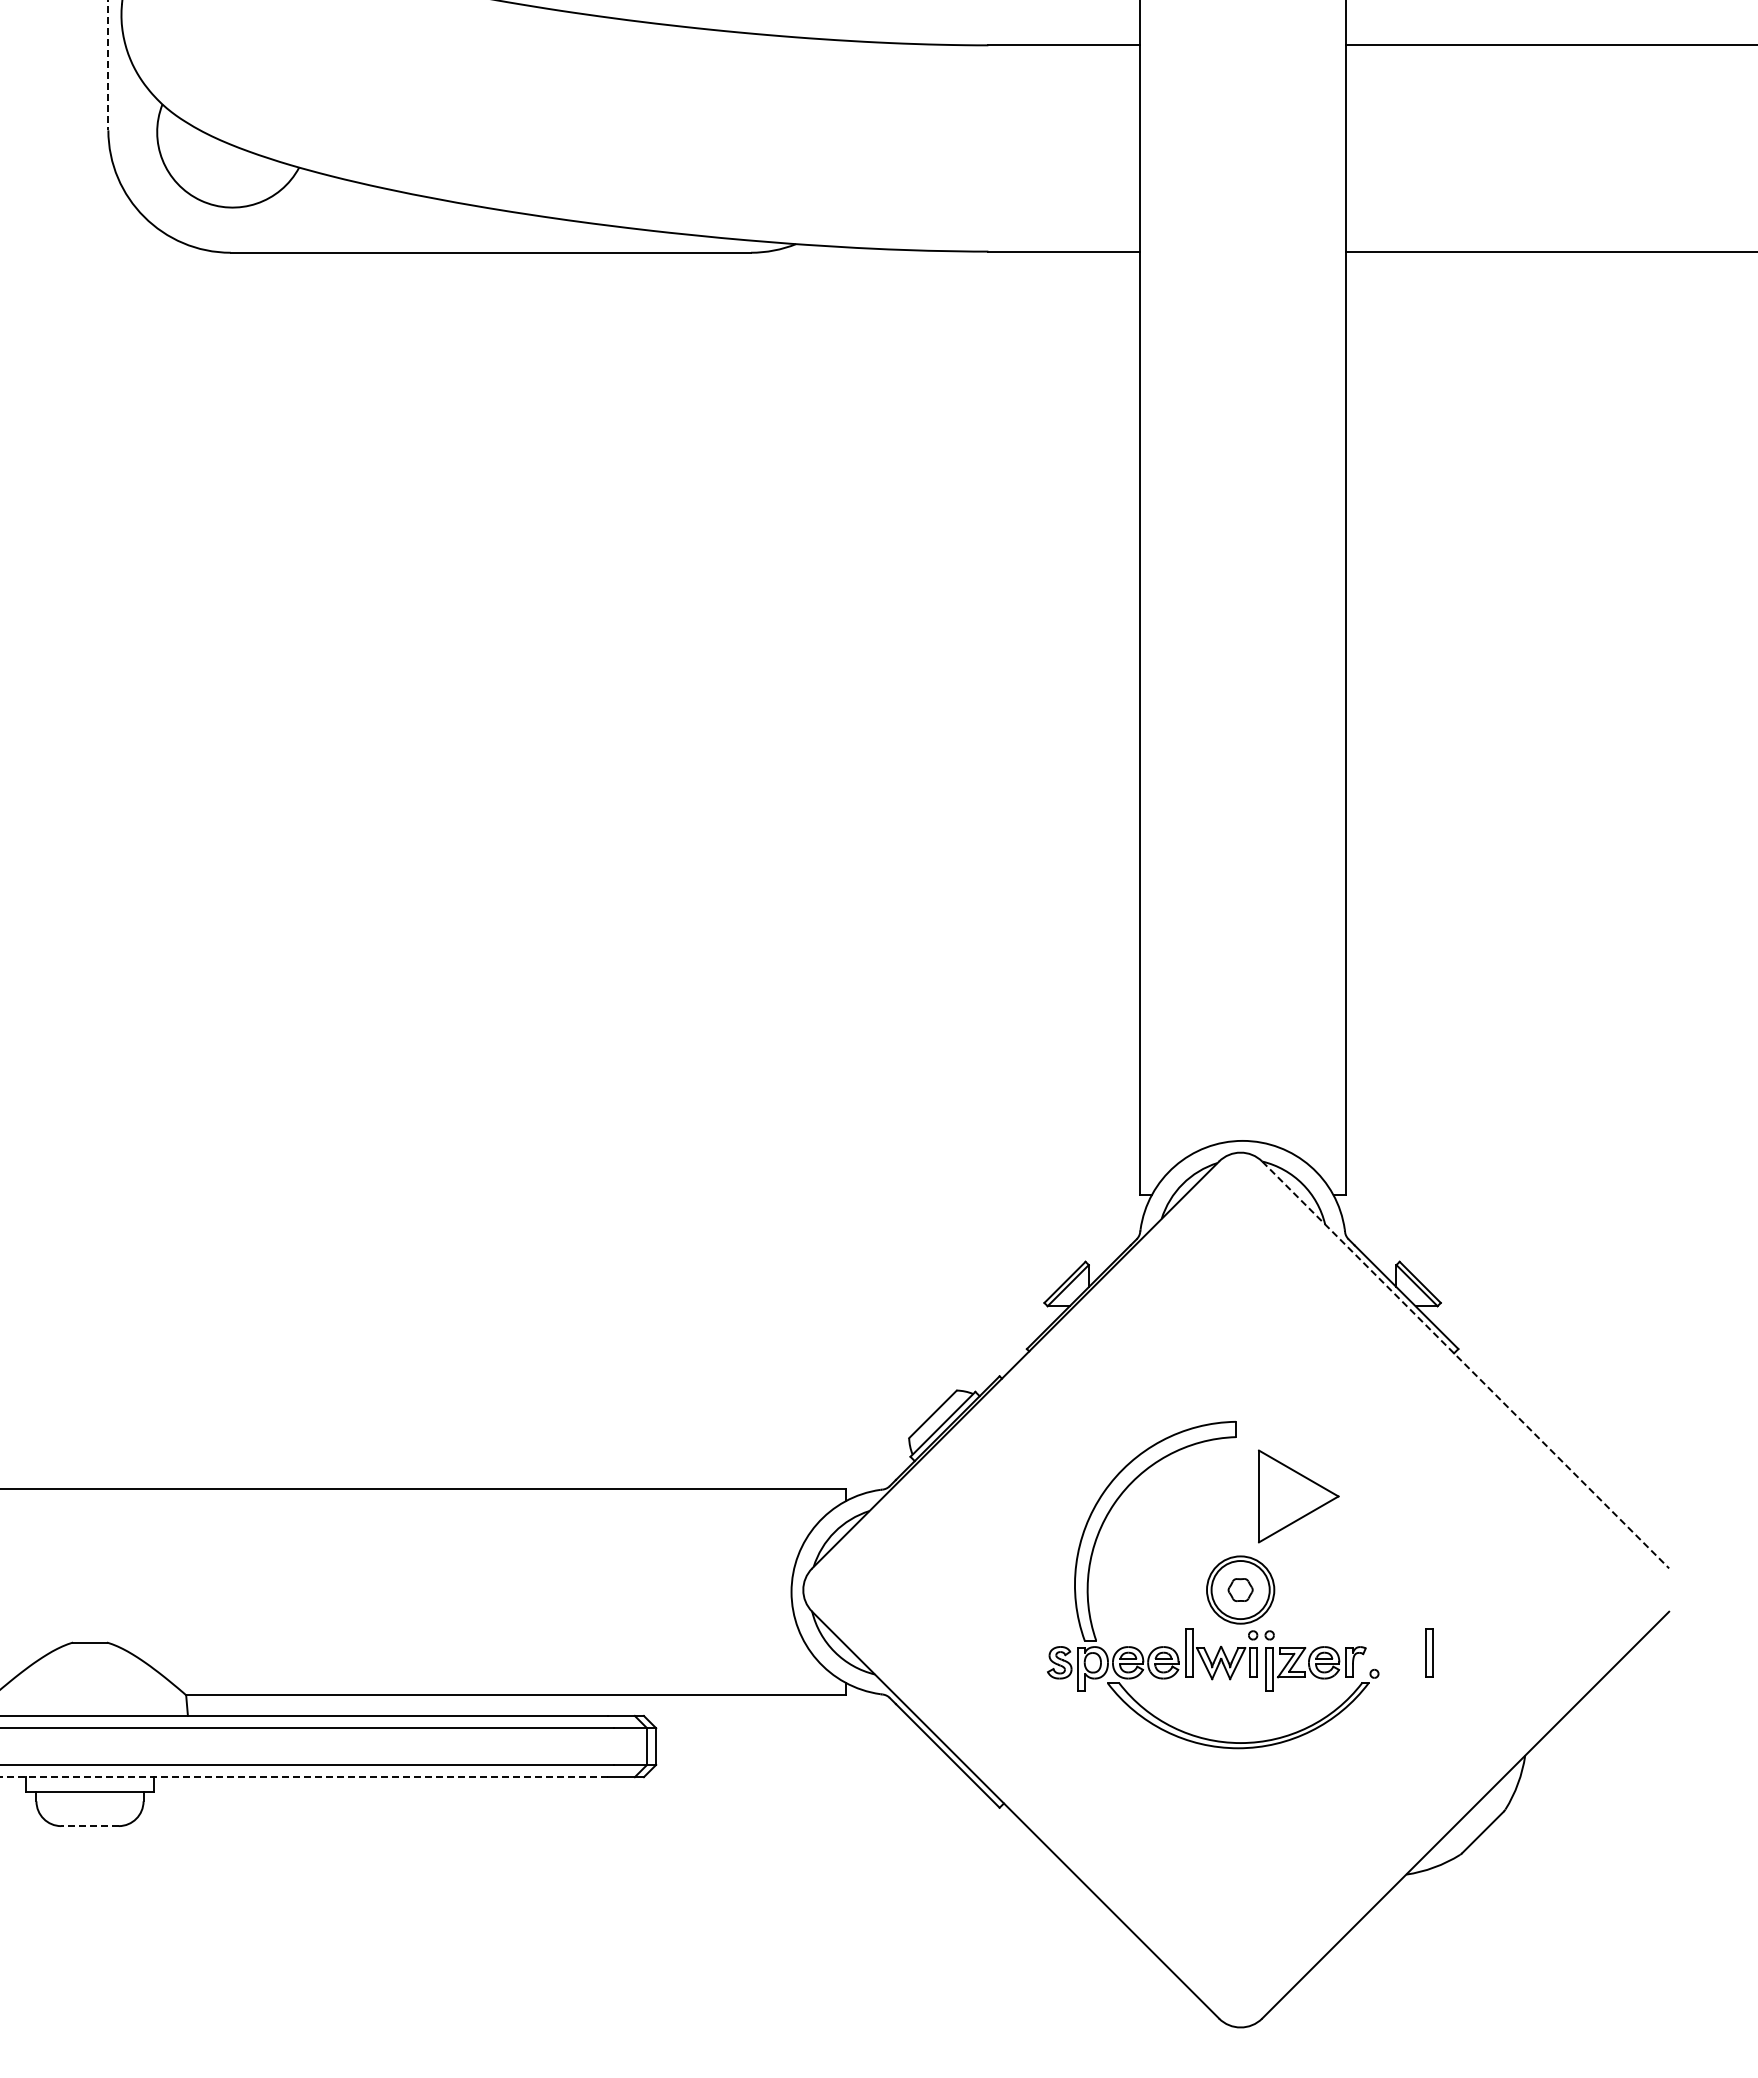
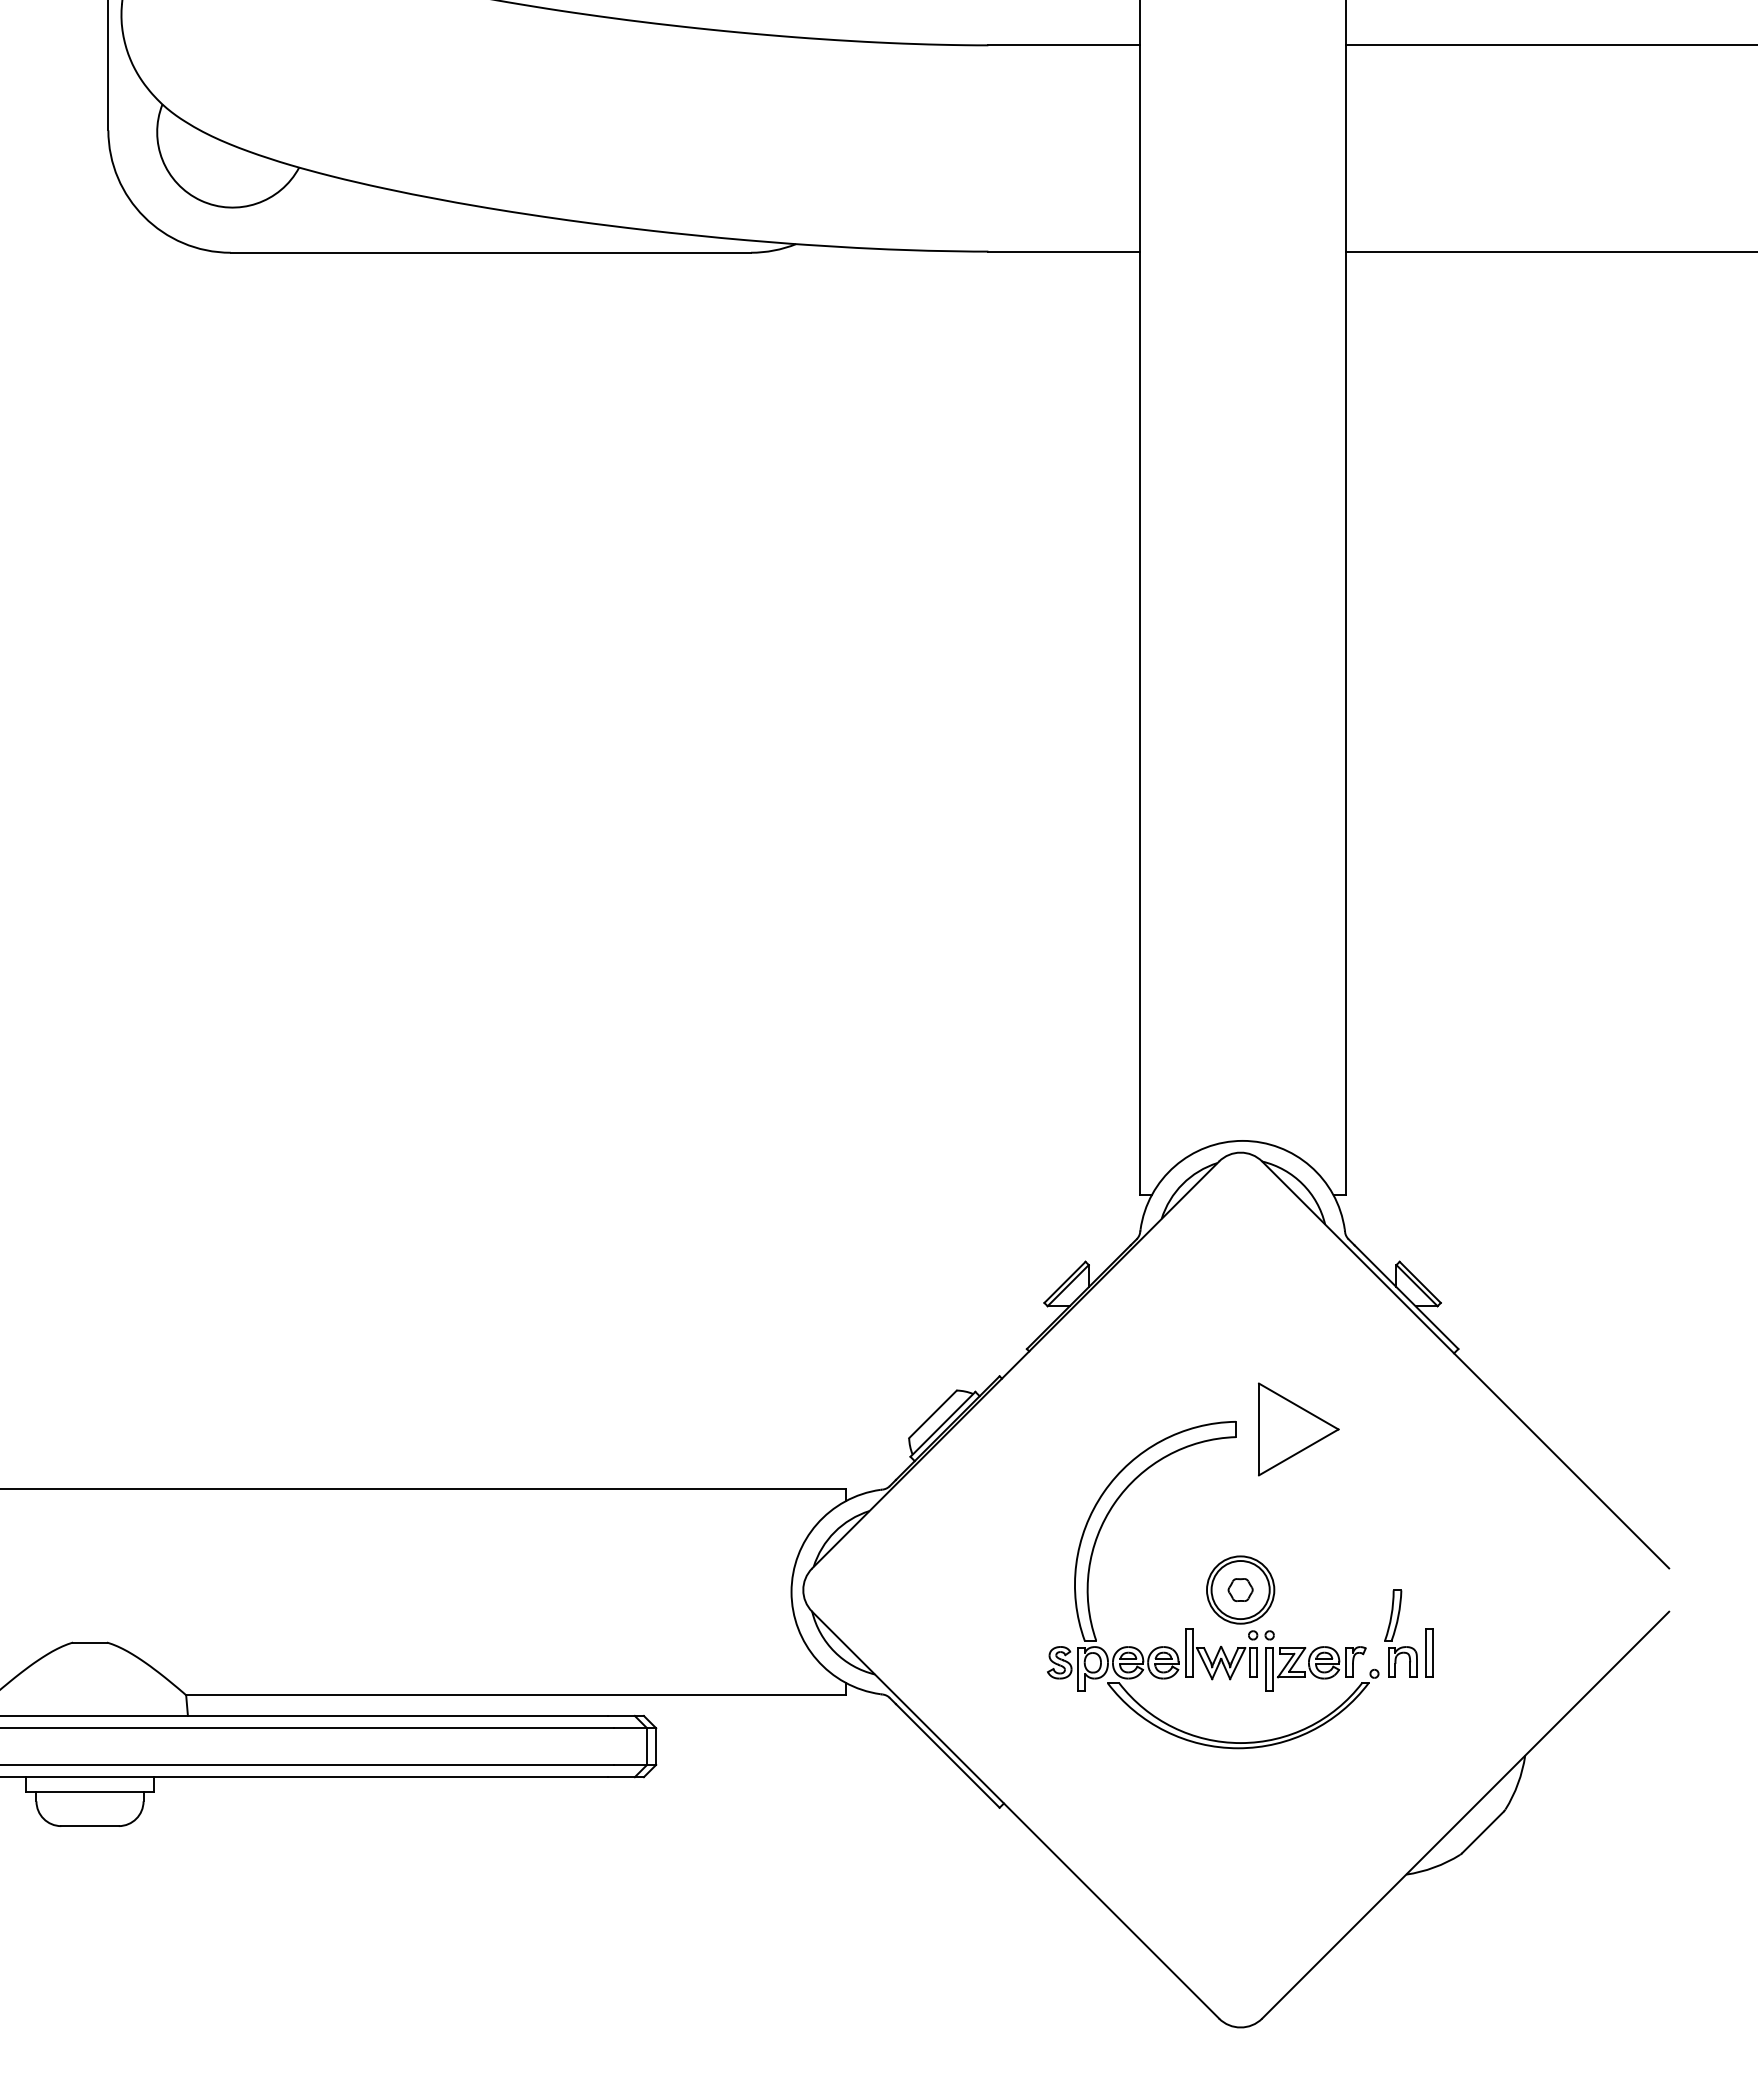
line at (108, 65): dashed -> solid
line at (1465, 1365): dashed -> solid
part at (1298, 1496) position: (1298, 1496) -> (1298, 1429)
part at (1400, 1633): none -> present
line at (304, 1777): dashed -> solid
line at (90, 1826): dashed -> solid
